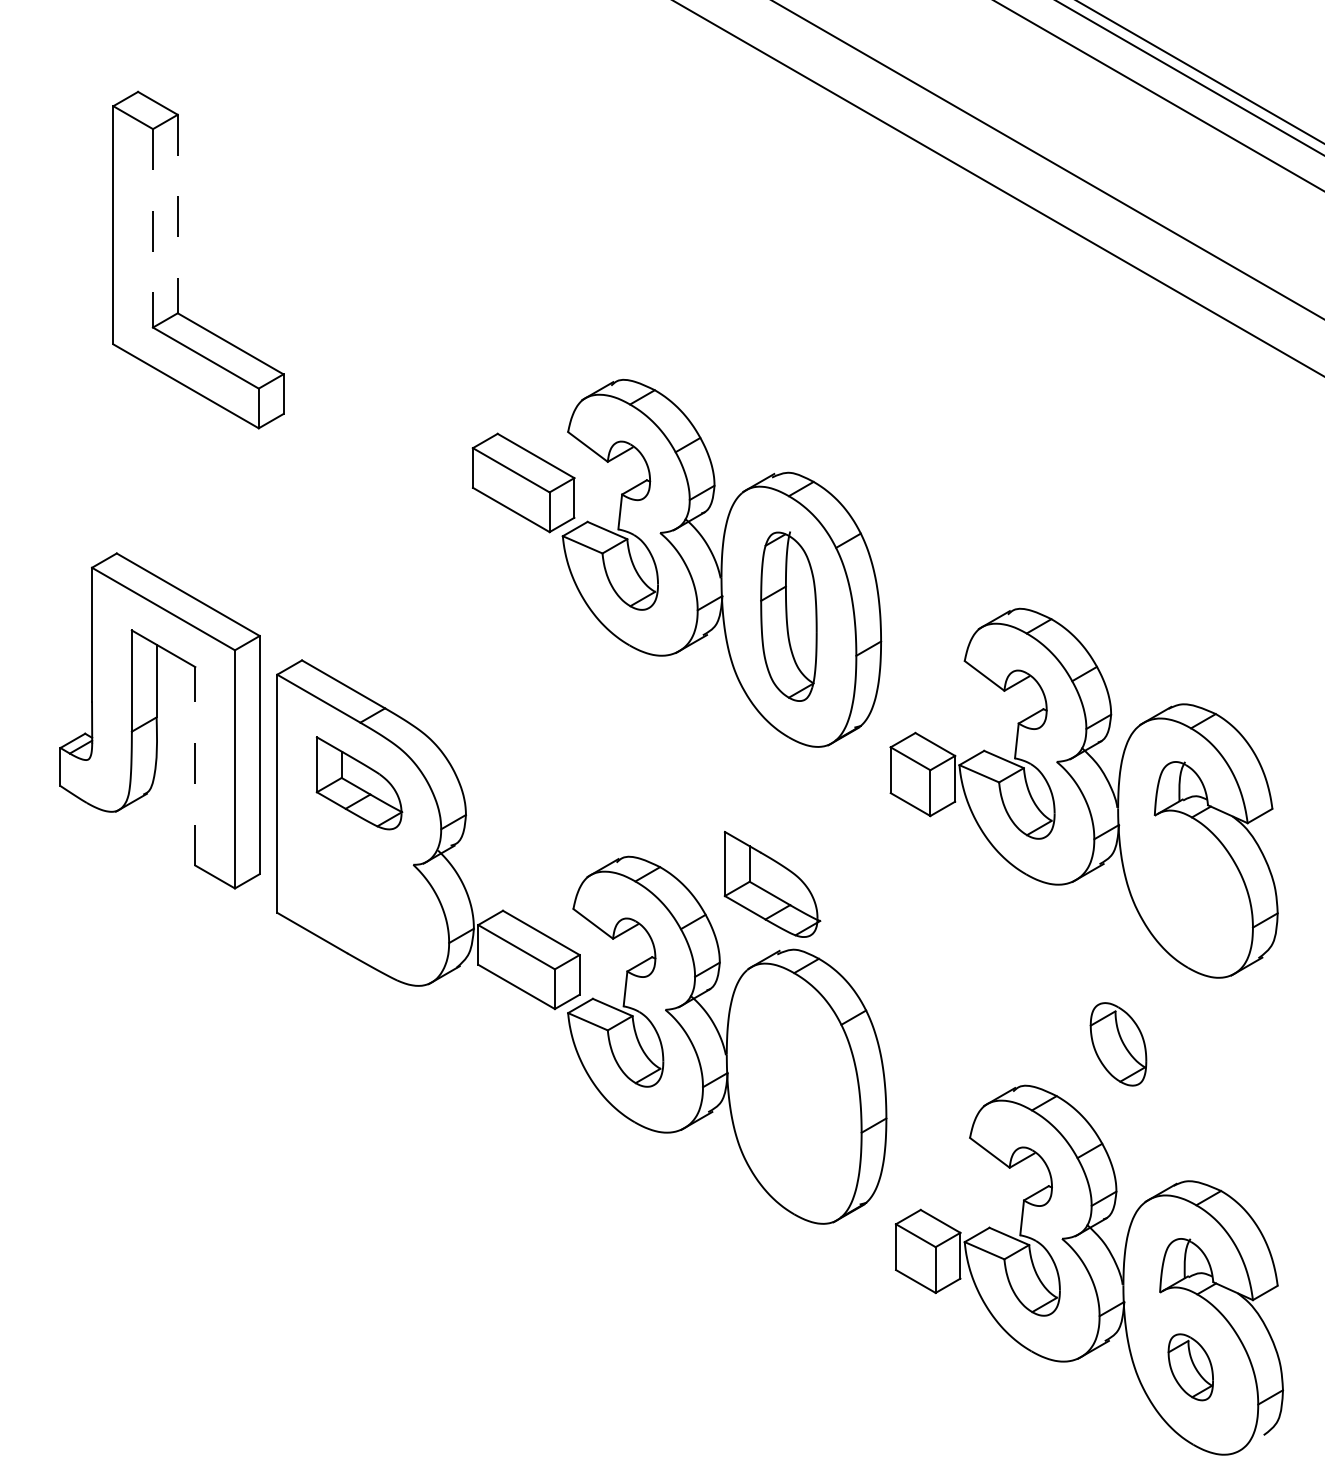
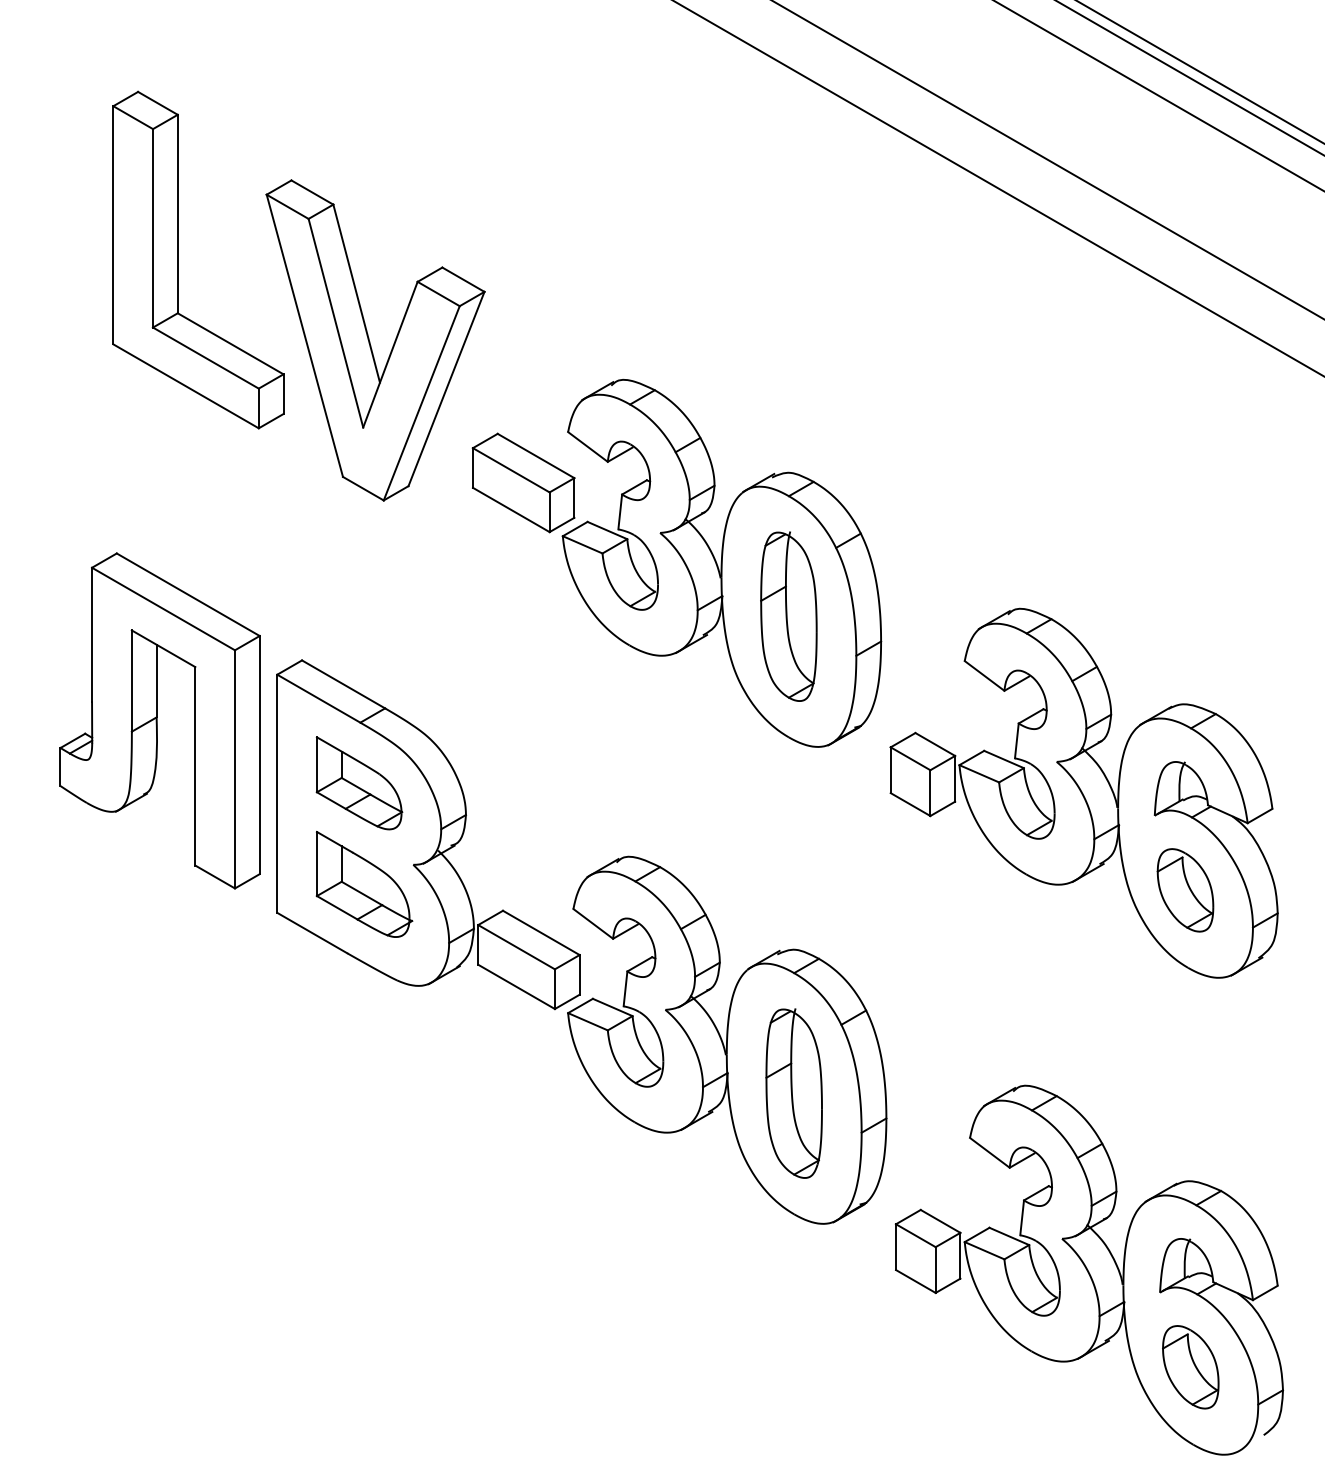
line at (177, 214): dashed -> solid
line at (153, 228): dashed -> solid
part at (375, 340): none -> present
line at (195, 765): dashed -> solid
part at (772, 883) position: (772, 883) -> (364, 883)
part at (1118, 1044) position: (1118, 1044) -> (1185, 890)
part at (793, 1093): none -> present
part at (1190, 1367) size: 47x69 px -> 58x85 px
